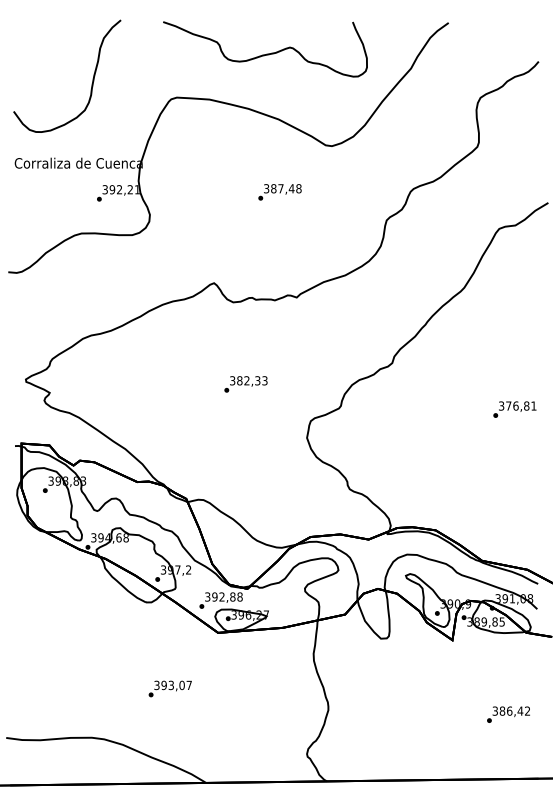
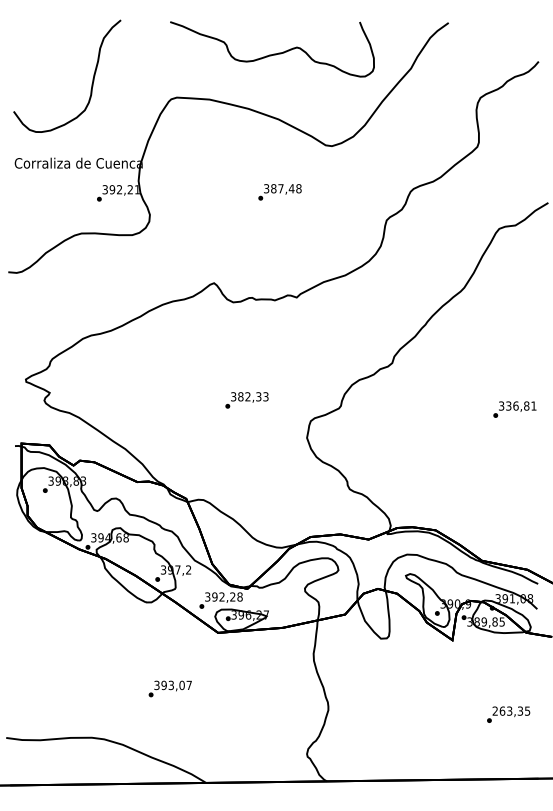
curve at (266, 53) position: (266, 53) -> (273, 53)
text at (245, 384) position: (245, 384) -> (246, 400)
text at (508, 405): 376,81 -> 336,81
text at (232, 596): 392,88 -> 392,28
text at (511, 710): 386,42 -> 263,35
